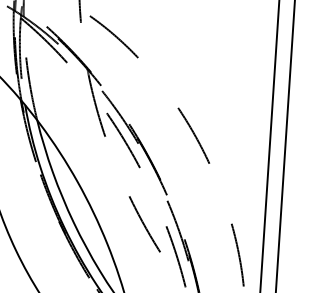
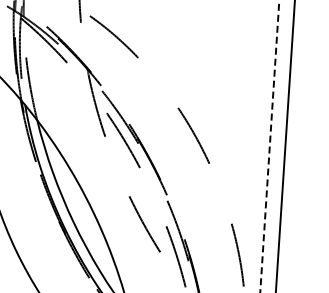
line at (269, 146): solid -> dashed
